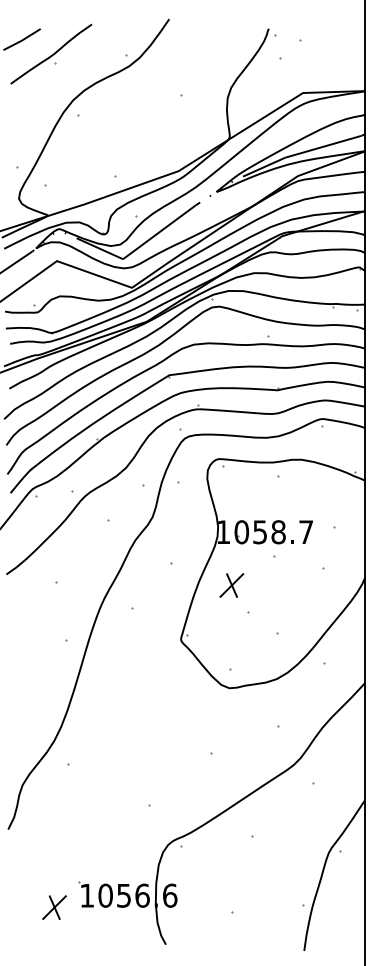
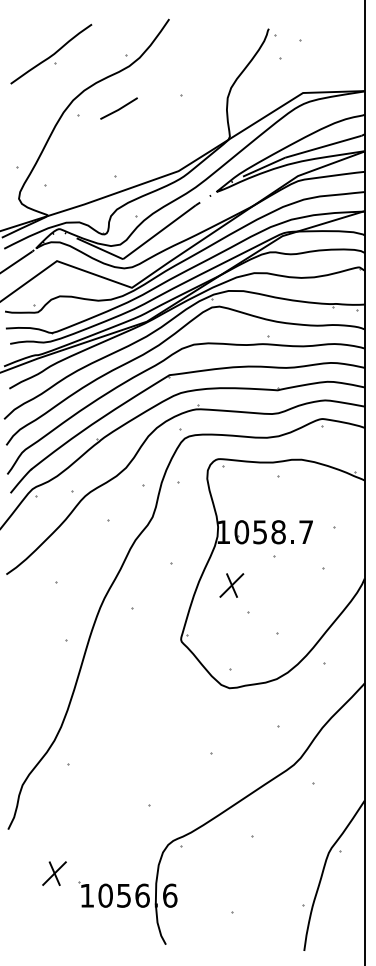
line at (21, 39) position: (21, 39) -> (118, 108)
part at (54, 907) position: (54, 907) -> (54, 873)
